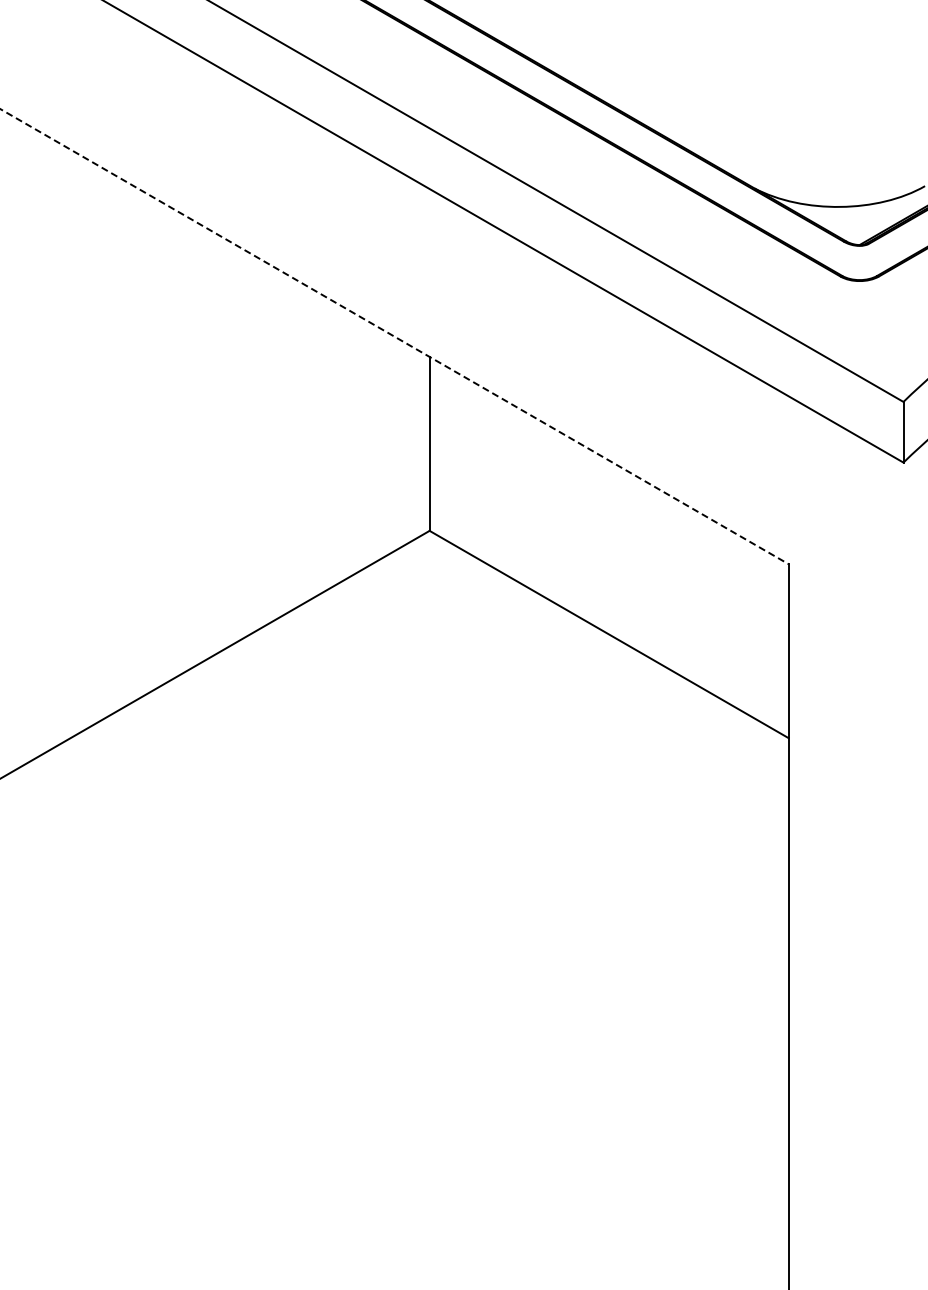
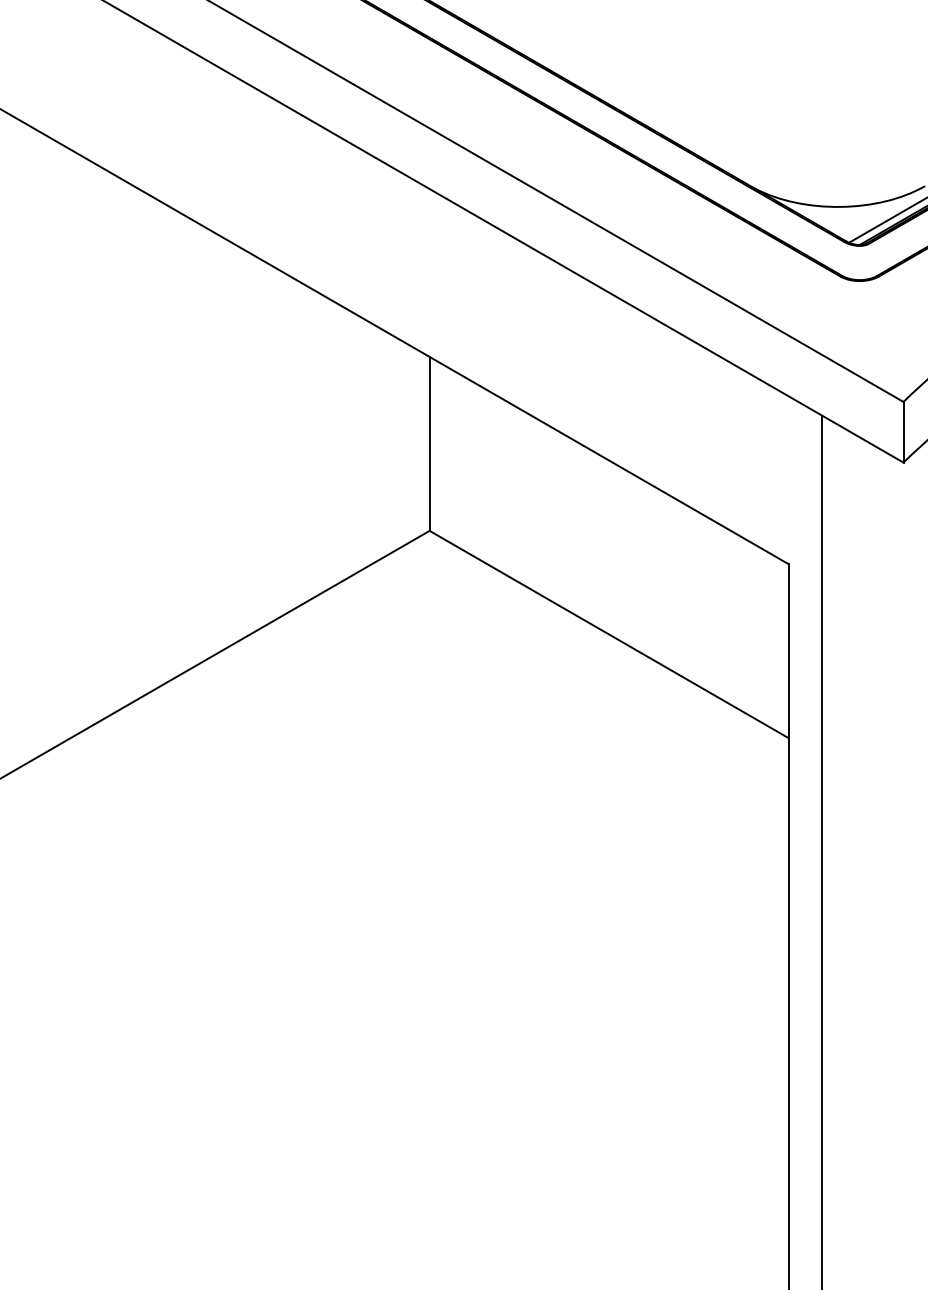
line at (886, 220): none -> present
line at (394, 336): dashed -> solid
line at (822, 850): none -> present
